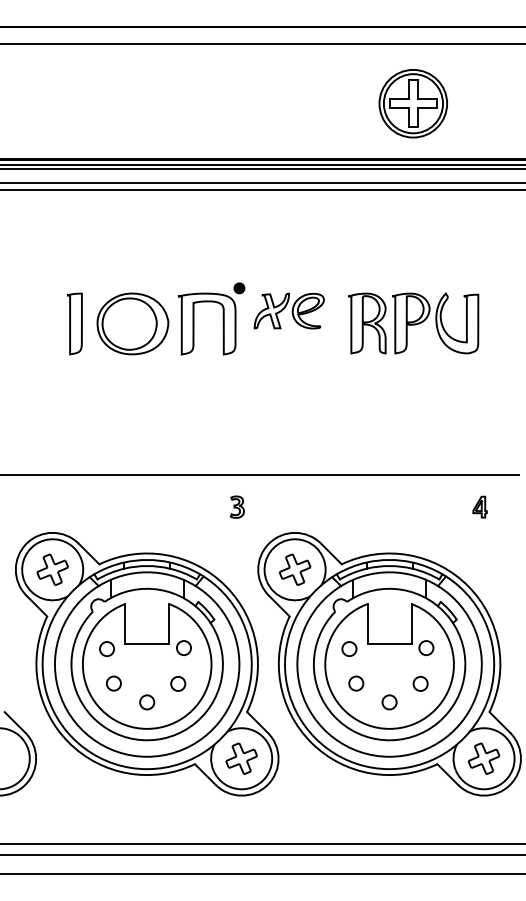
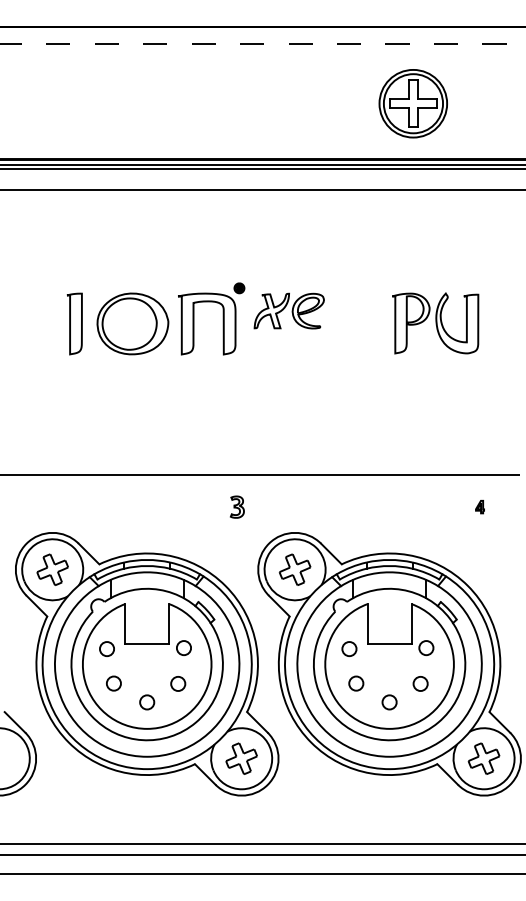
line at (263, 43): solid -> dashed
line at (262, 182): present -> none
part at (367, 323): present -> none
part at (479, 506) size: 16x24 px -> 10x15 px
